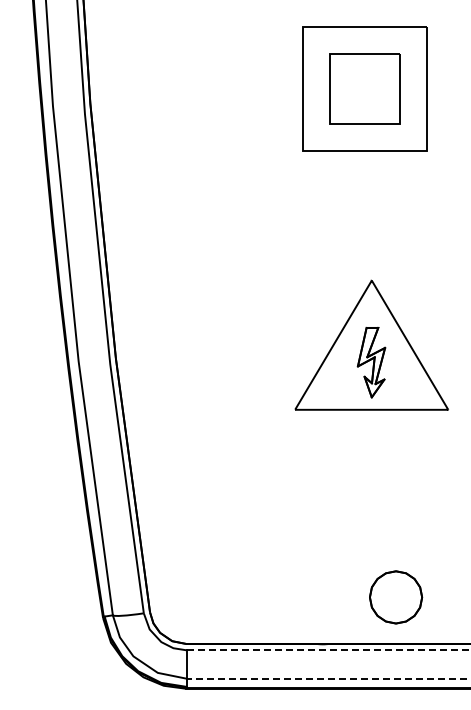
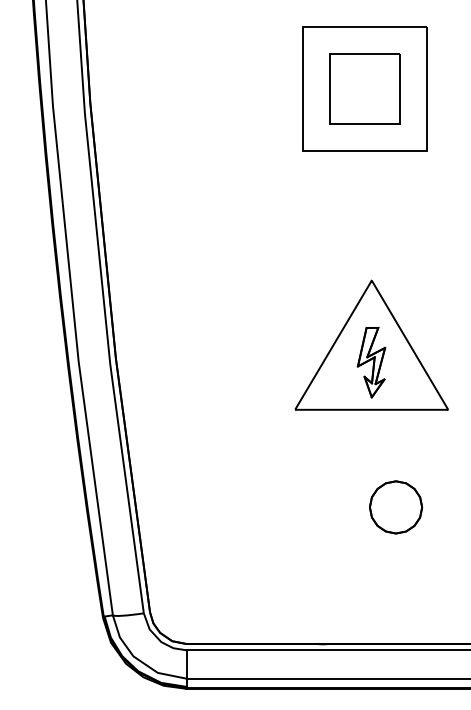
part at (396, 597) position: (396, 597) -> (396, 507)
line at (328, 650): dashed -> solid
line at (328, 678): dashed -> solid
